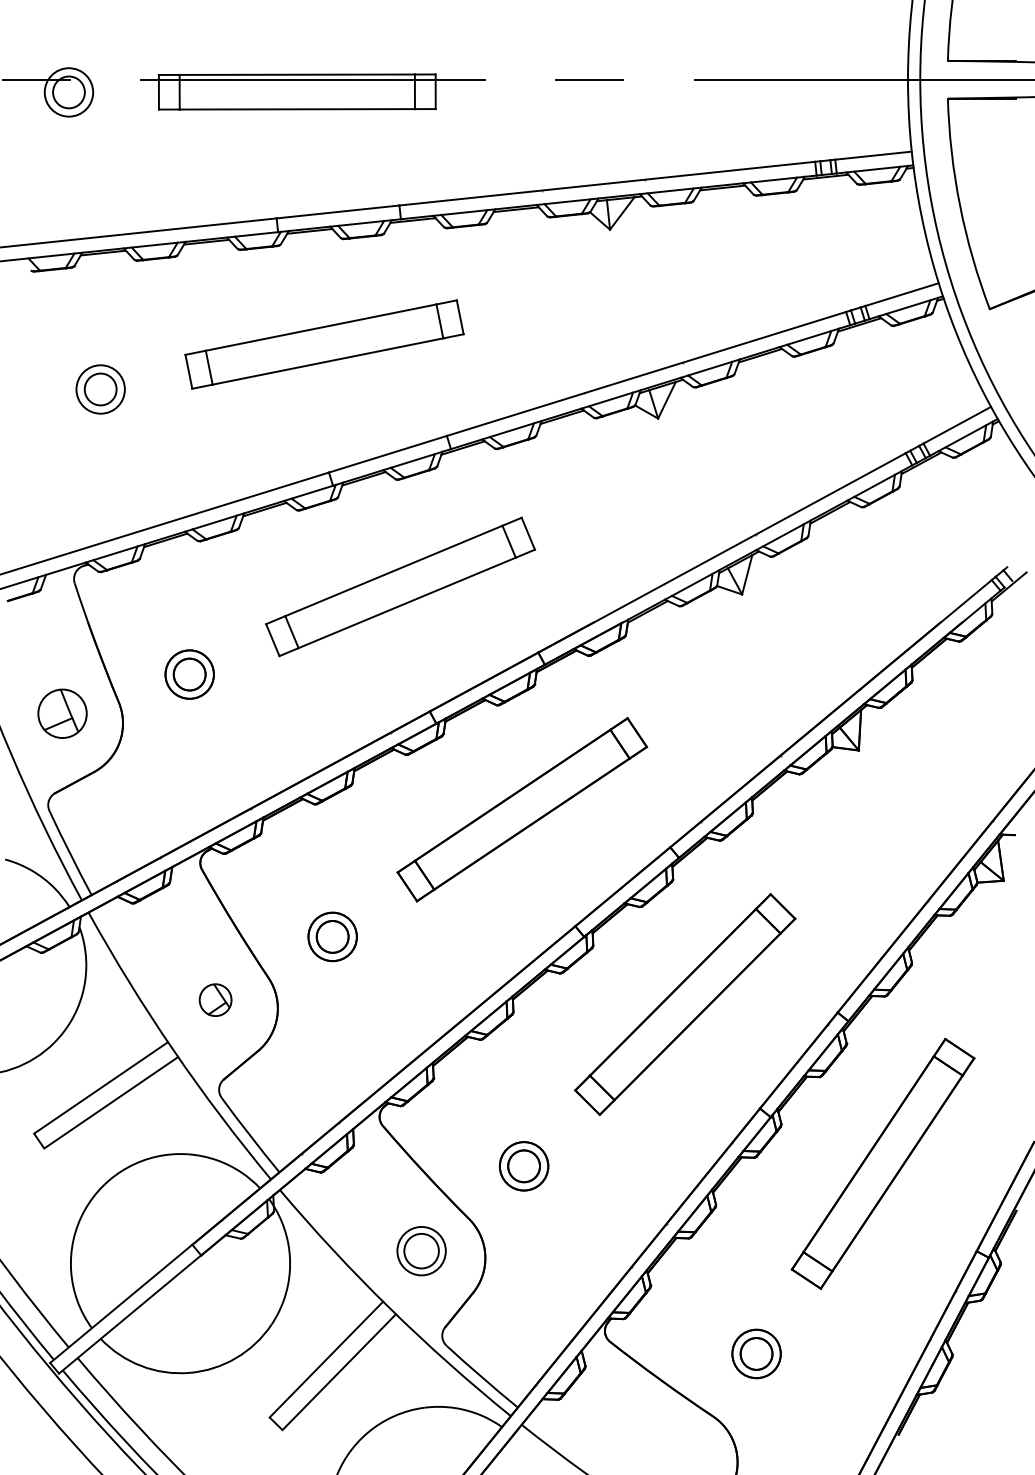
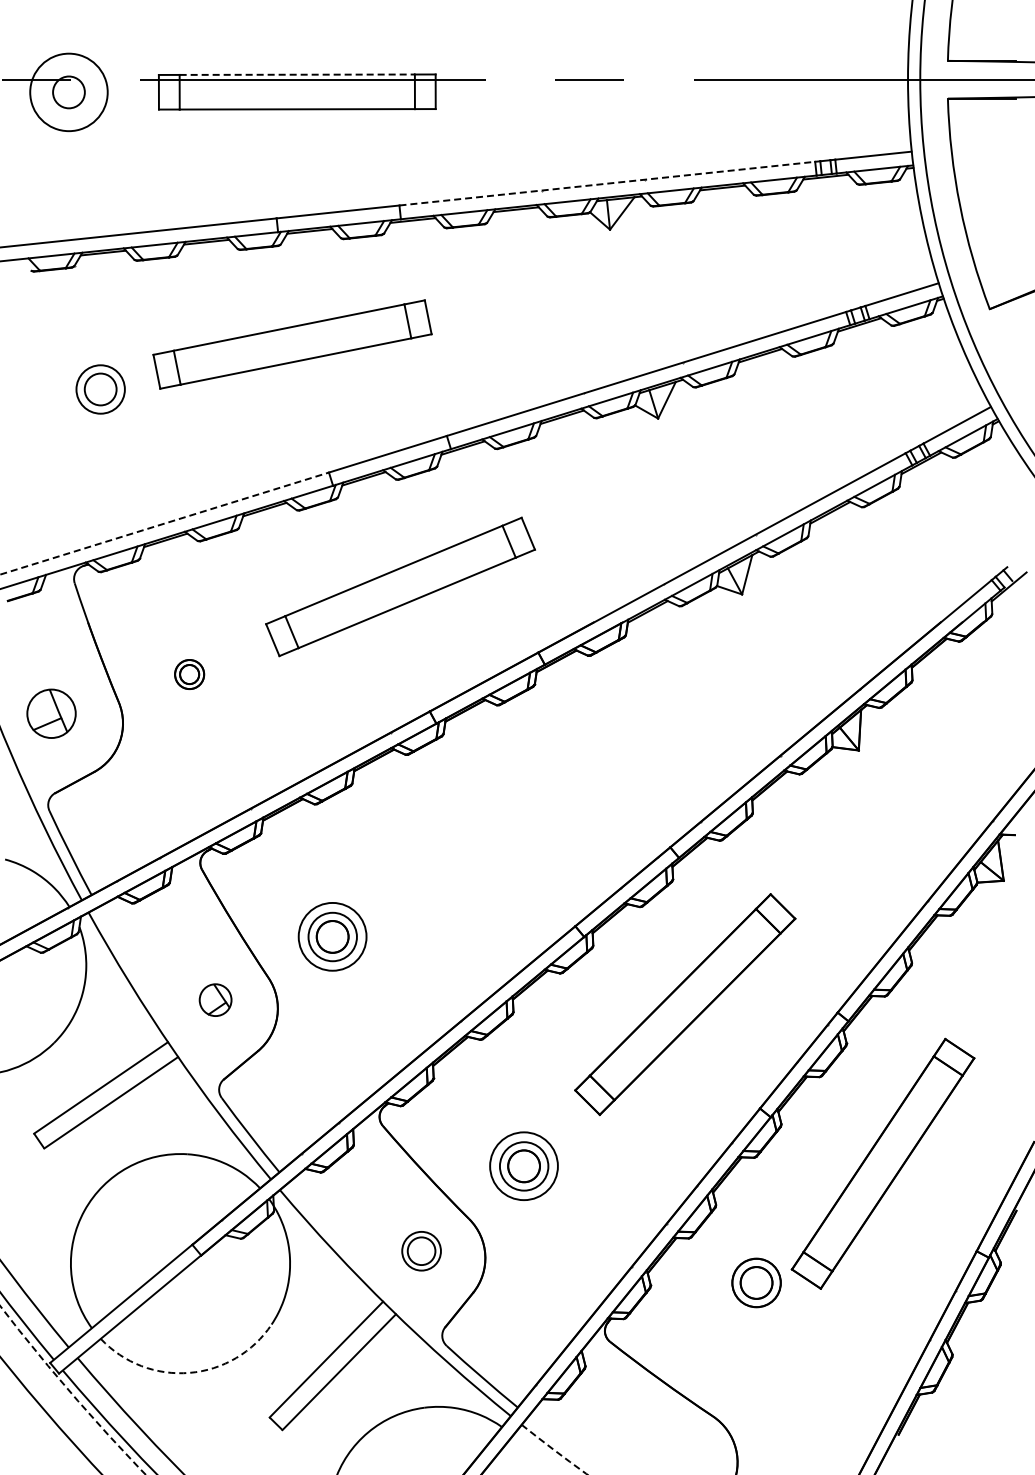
line at (297, 74): solid -> dashed
circle at (68, 92) diameter: 48 px -> 77 px
line at (607, 183): solid -> dashed
part at (324, 344) position: (324, 344) -> (292, 344)
line at (164, 523): solid -> dashed
part at (189, 674) size: 51x51 px -> 32x31 px
part at (62, 713) position: (62, 713) -> (51, 713)
part at (522, 809): present -> none
circle at (332, 936) diameter: 48 px -> 68 px
circle at (523, 1166) diameter: 48 px -> 68 px
part at (421, 1251) size: 51x51 px -> 41x41 px
part at (756, 1353) position: (756, 1353) -> (756, 1282)
arc at (189, 1372): solid -> dashed
arc at (71, 1393): solid -> dashed
arc at (554, 1450): solid -> dashed
